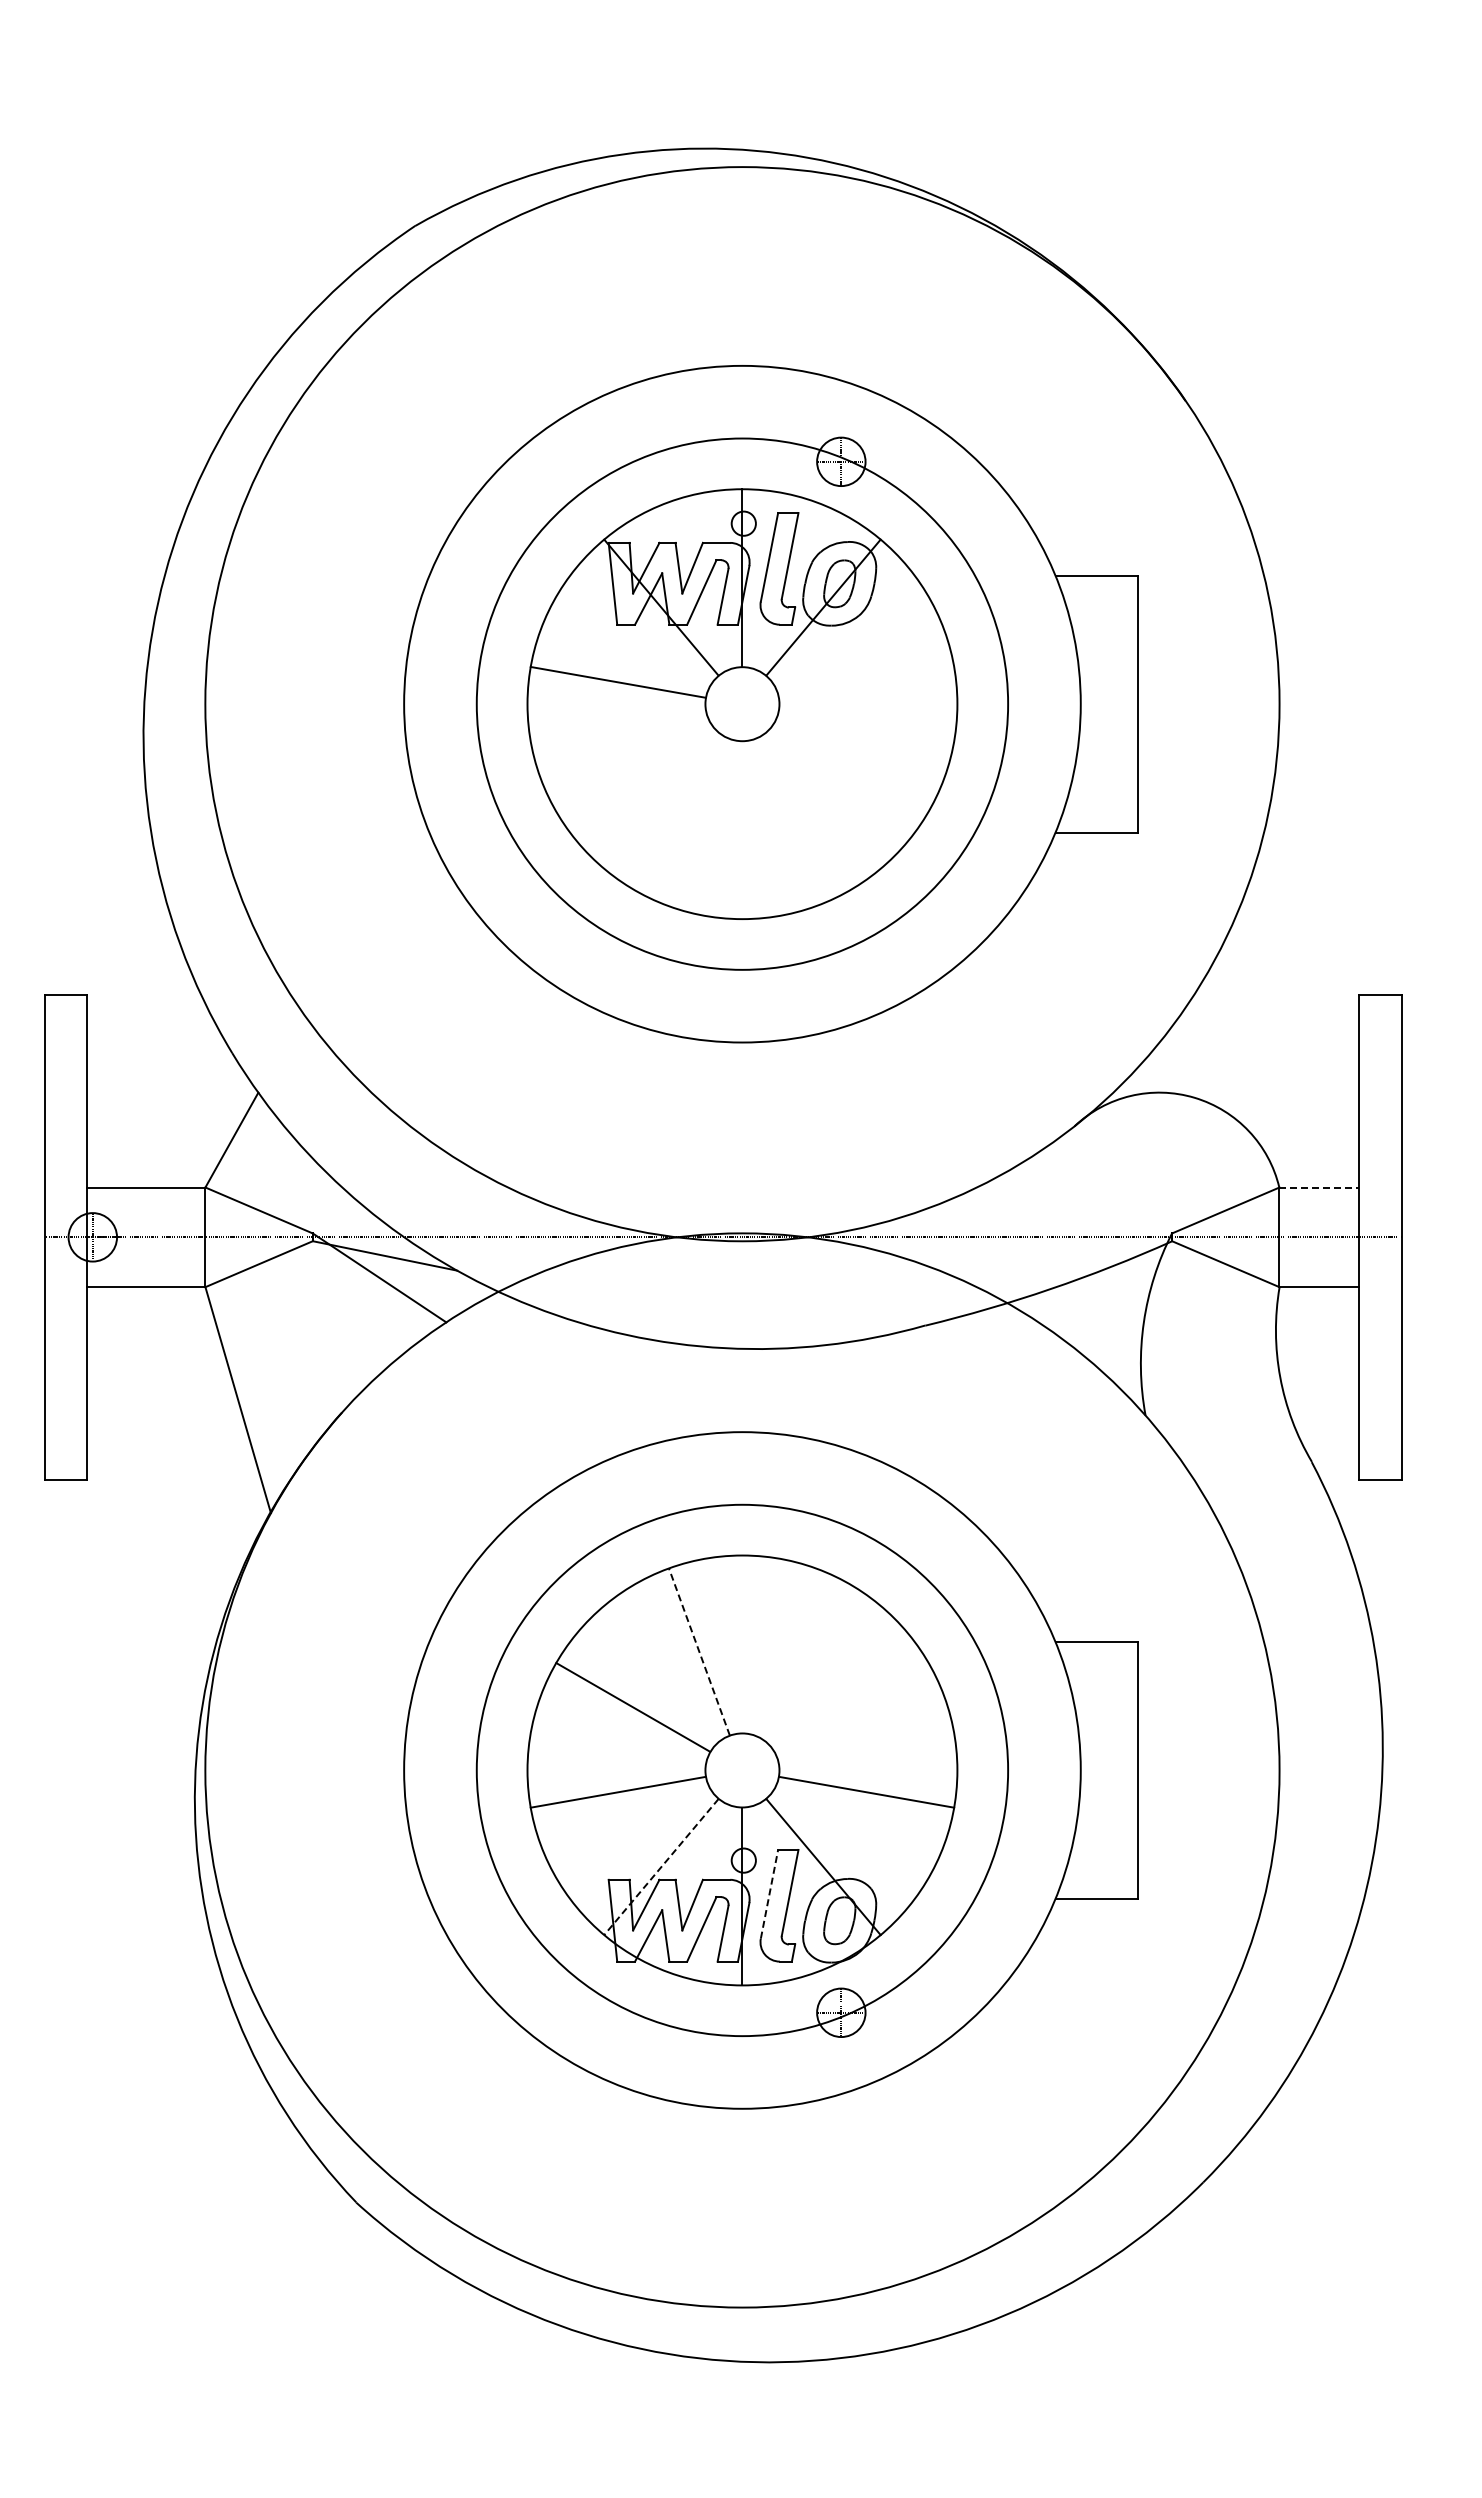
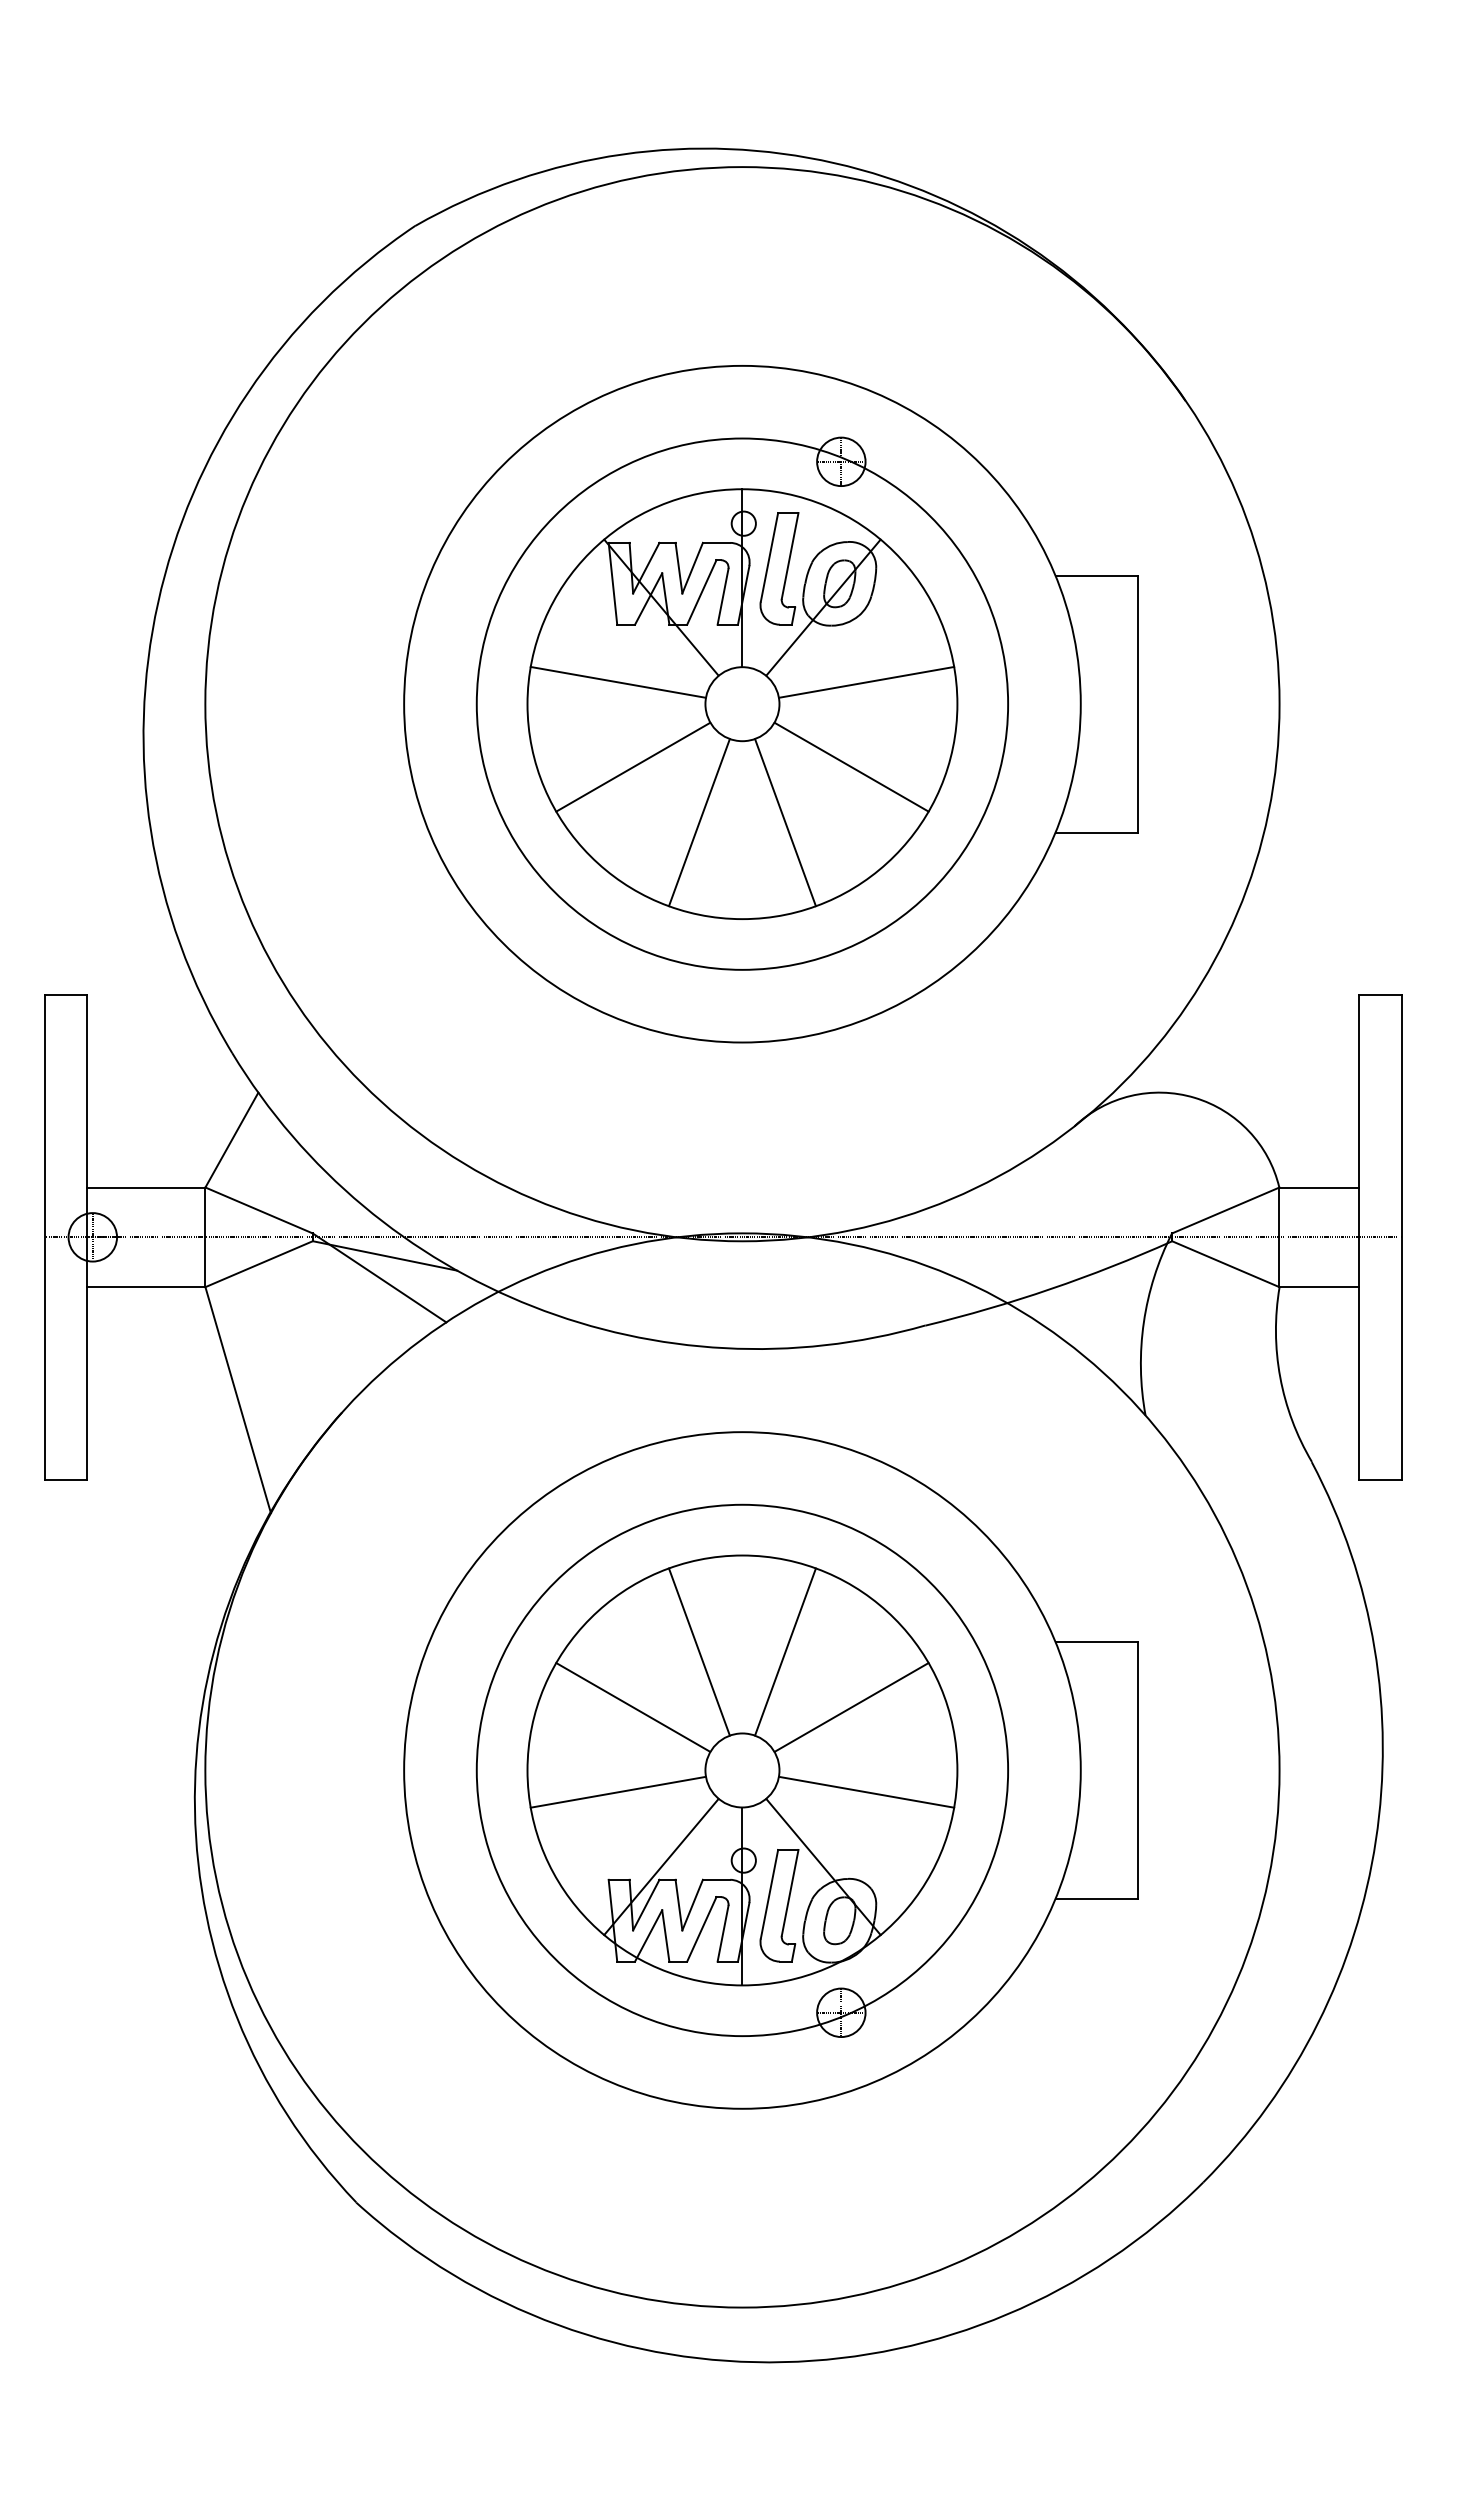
line at (866, 681): none -> present
line at (633, 766): none -> present
line at (851, 766): none -> present
line at (698, 822): none -> present
line at (785, 822): none -> present
line at (1319, 1187): dashed -> solid
line at (785, 1651): none -> present
line at (699, 1652): dashed -> solid
line at (851, 1707): none -> present
line at (661, 1867): dashed -> solid
line at (769, 1893): dashed -> solid
